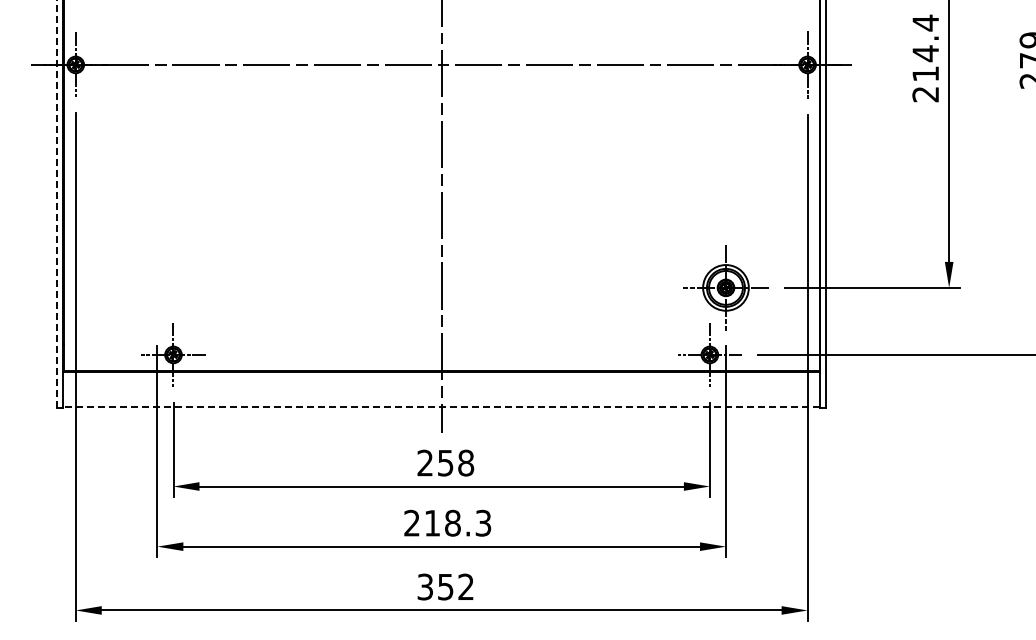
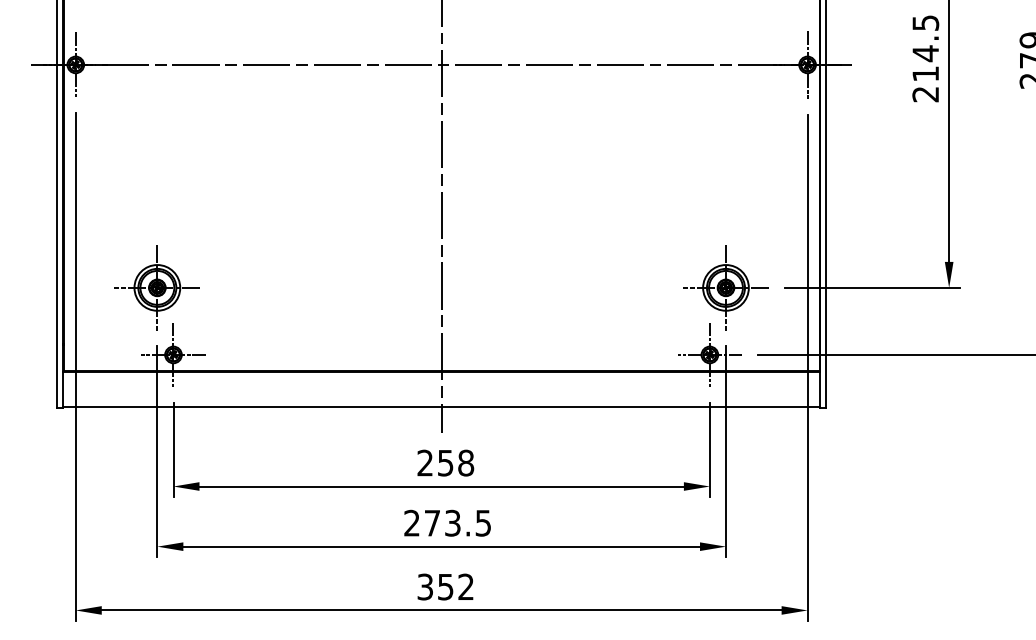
text at (925, 22): 214.4 -> 214.5
line at (57, 204): dashed -> solid
part at (156, 287): none -> present
line at (441, 406): dashed -> solid
text at (458, 522): 218.3 -> 273.5
